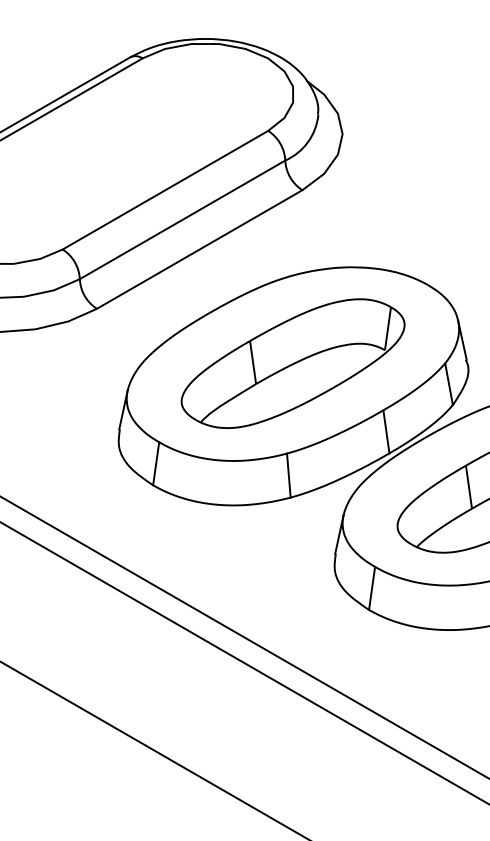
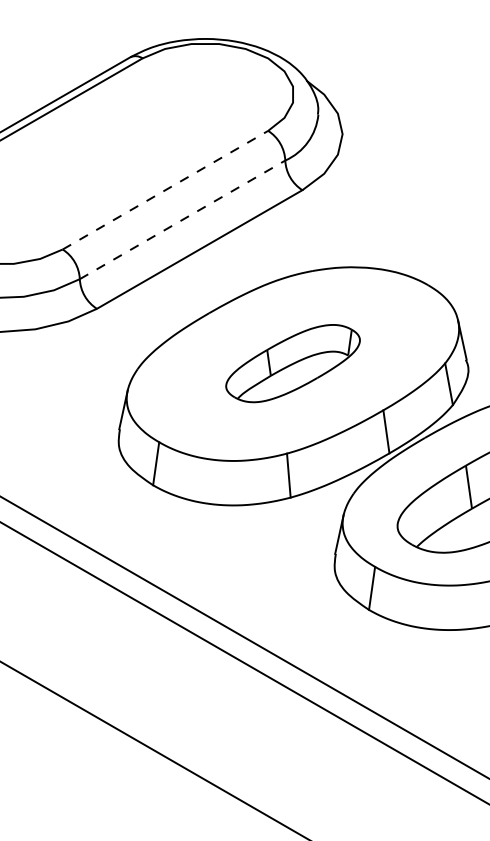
line at (165, 190): solid -> dashed
line at (182, 219): solid -> dashed
part at (292, 363) size: 226x131 px -> 136x80 px
